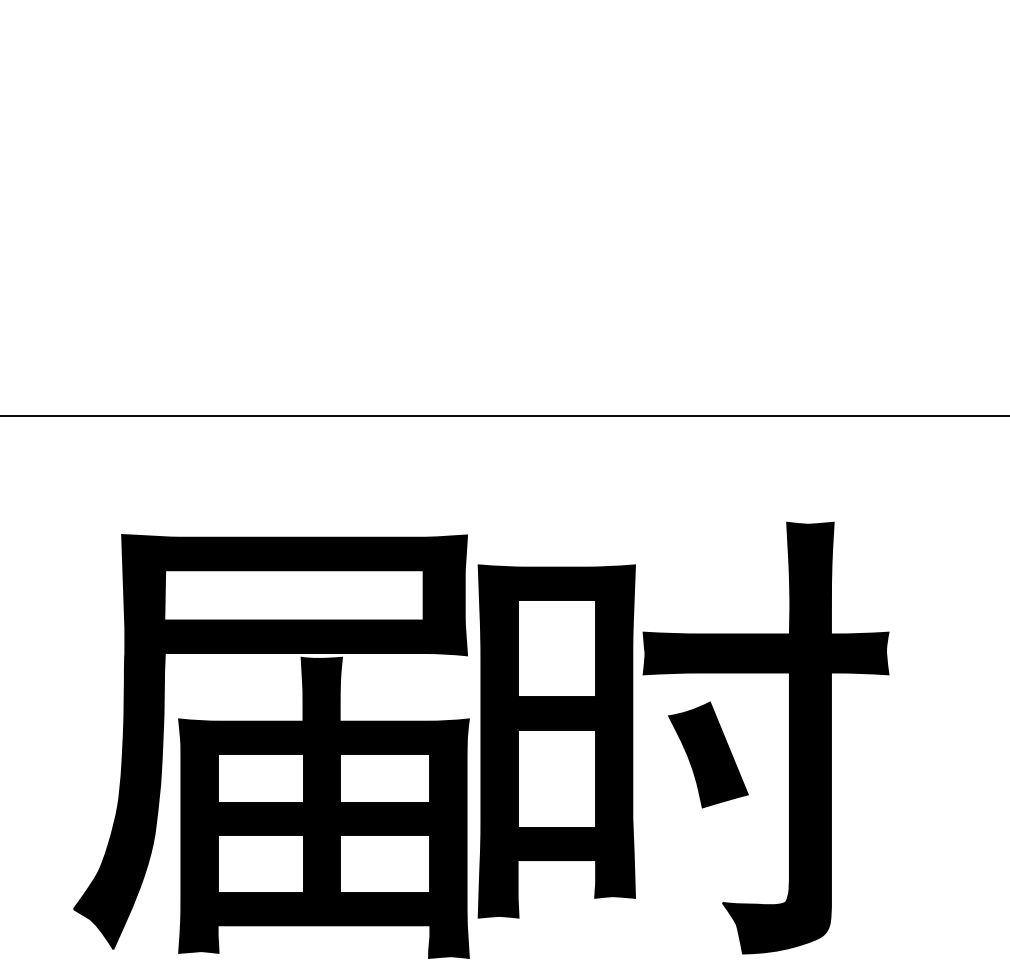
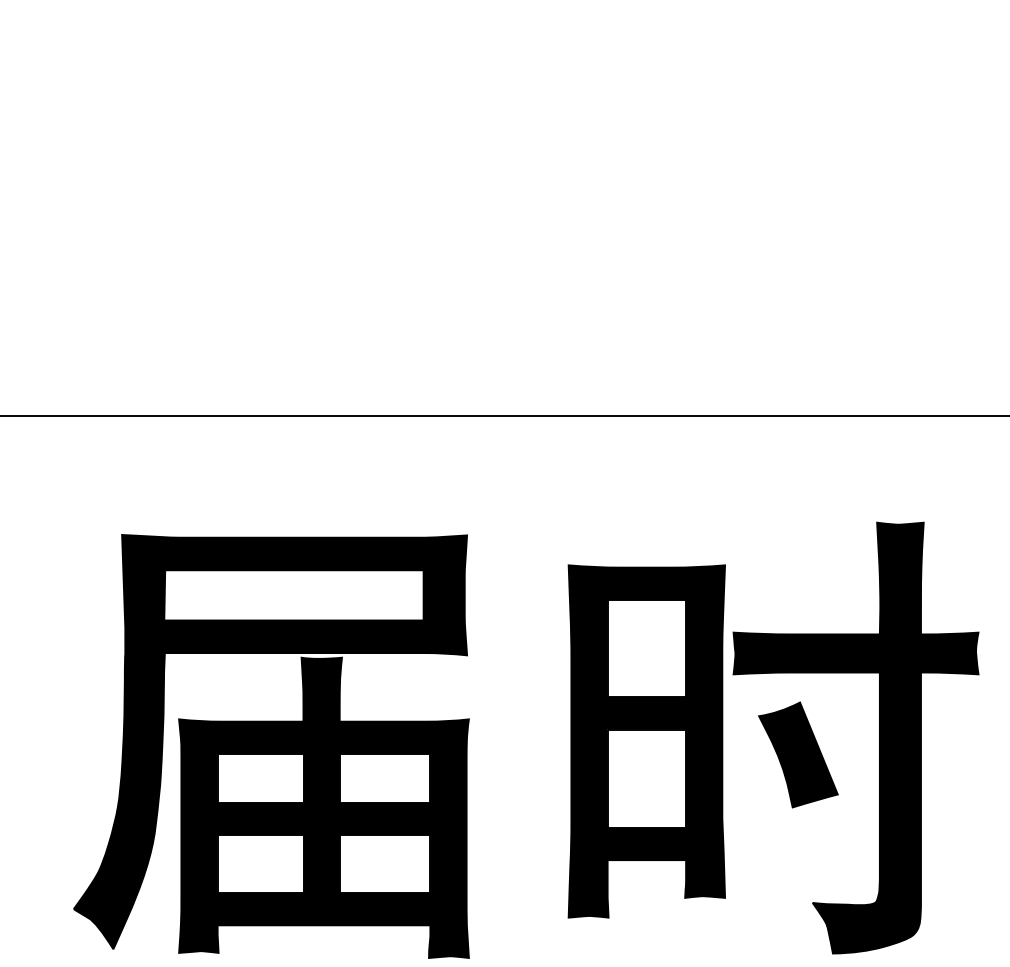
part at (683, 737) position: (683, 737) -> (773, 737)
